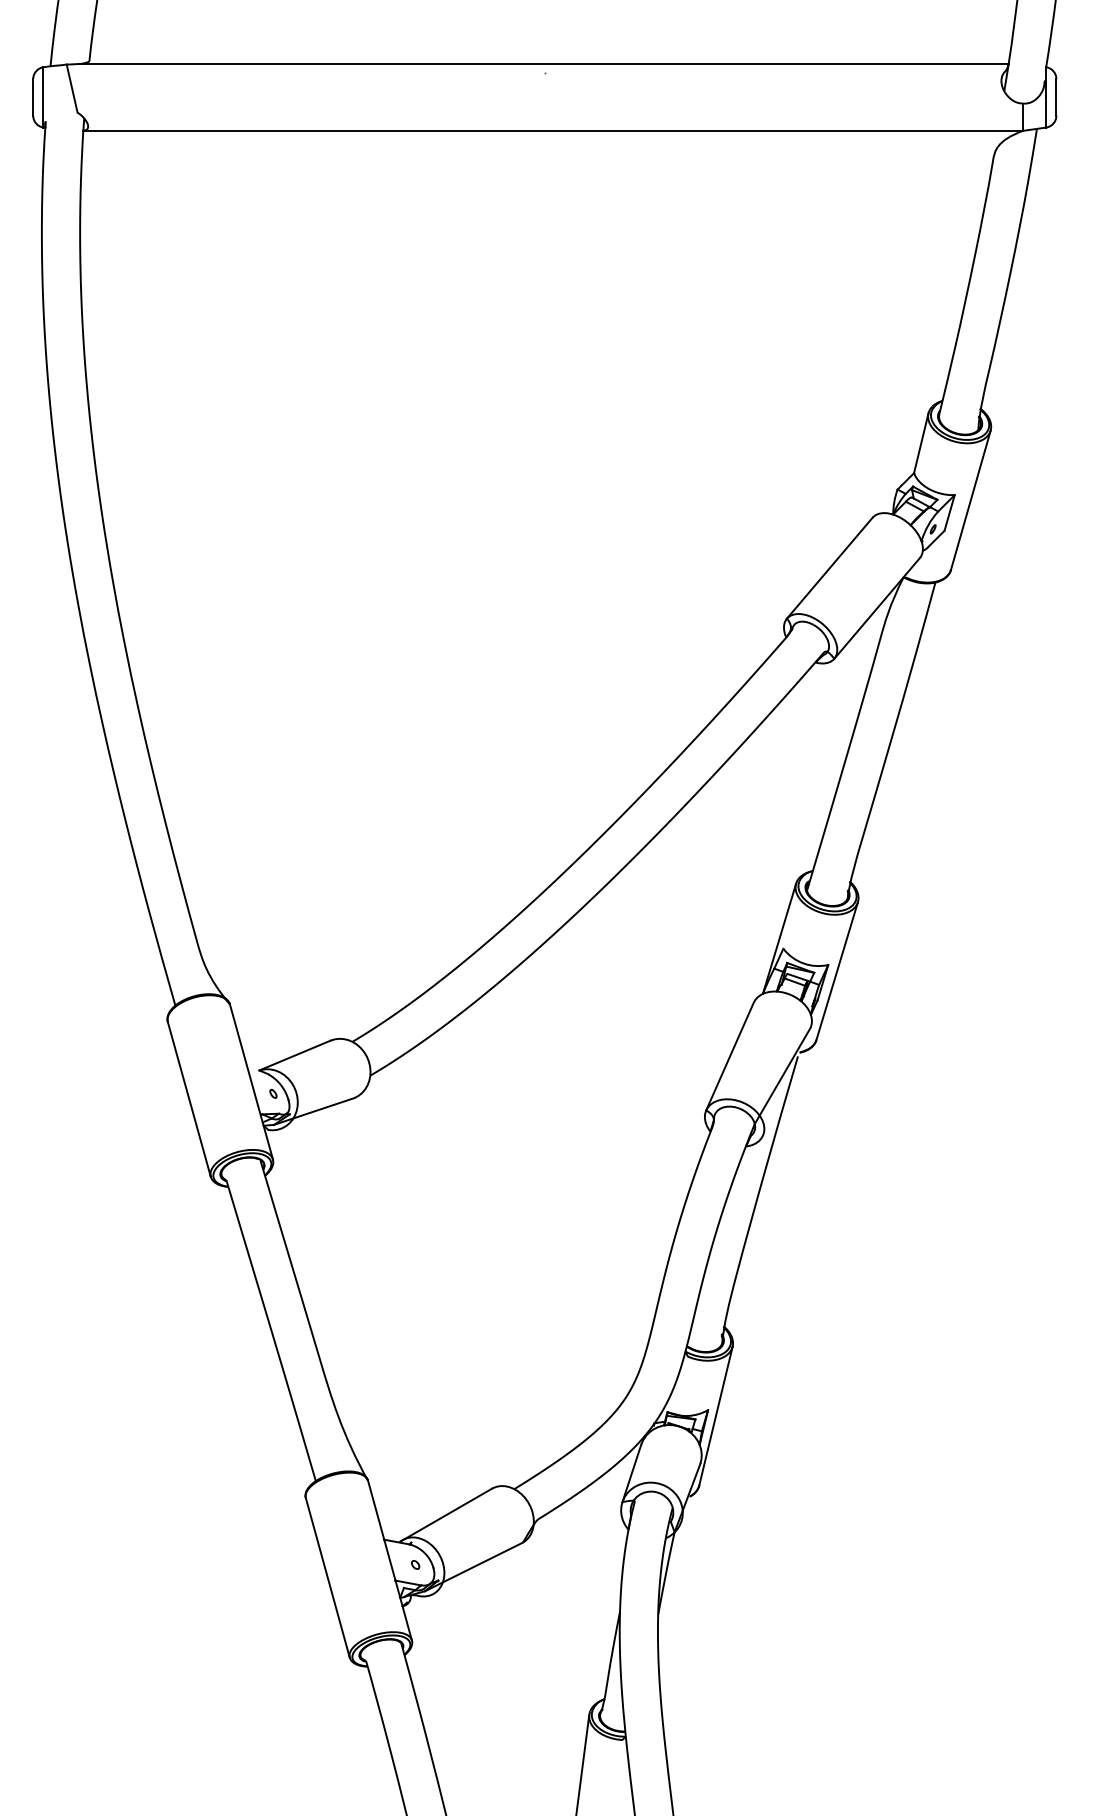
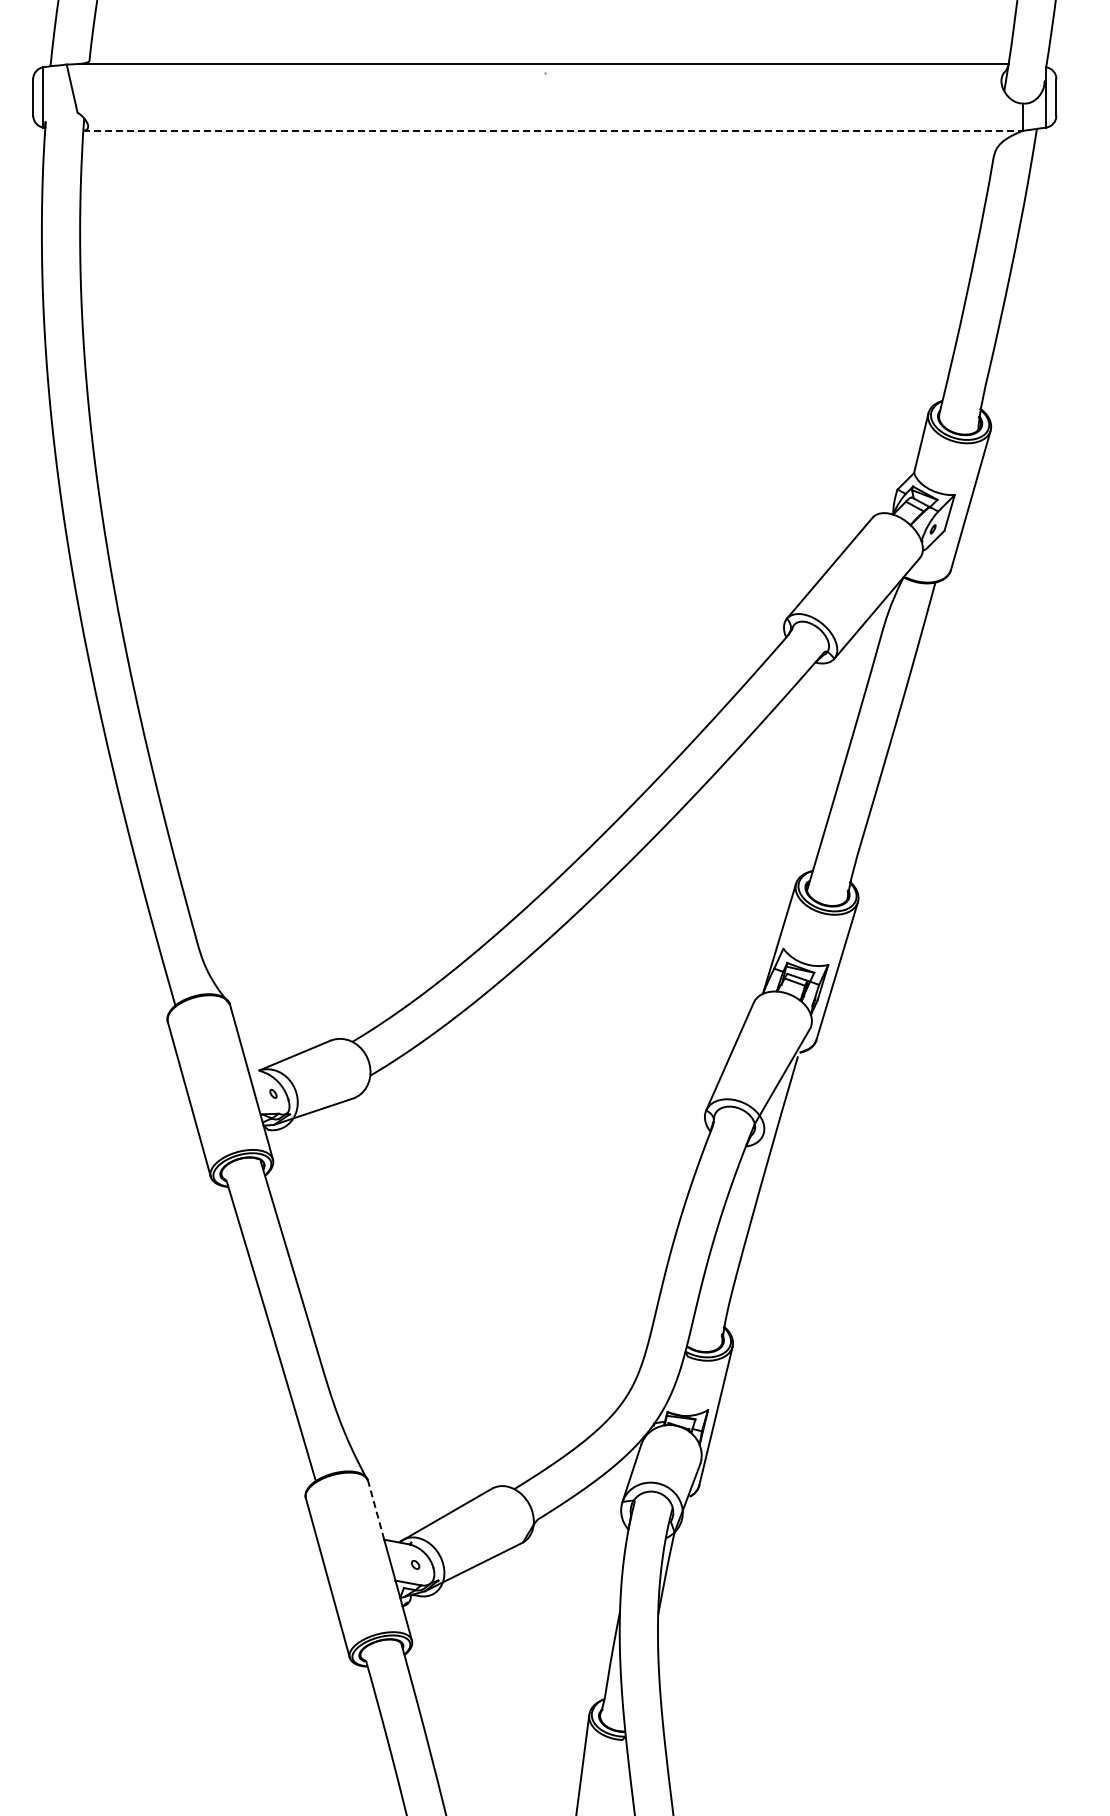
line at (553, 130): solid -> dashed
line at (376, 1510): solid -> dashed
